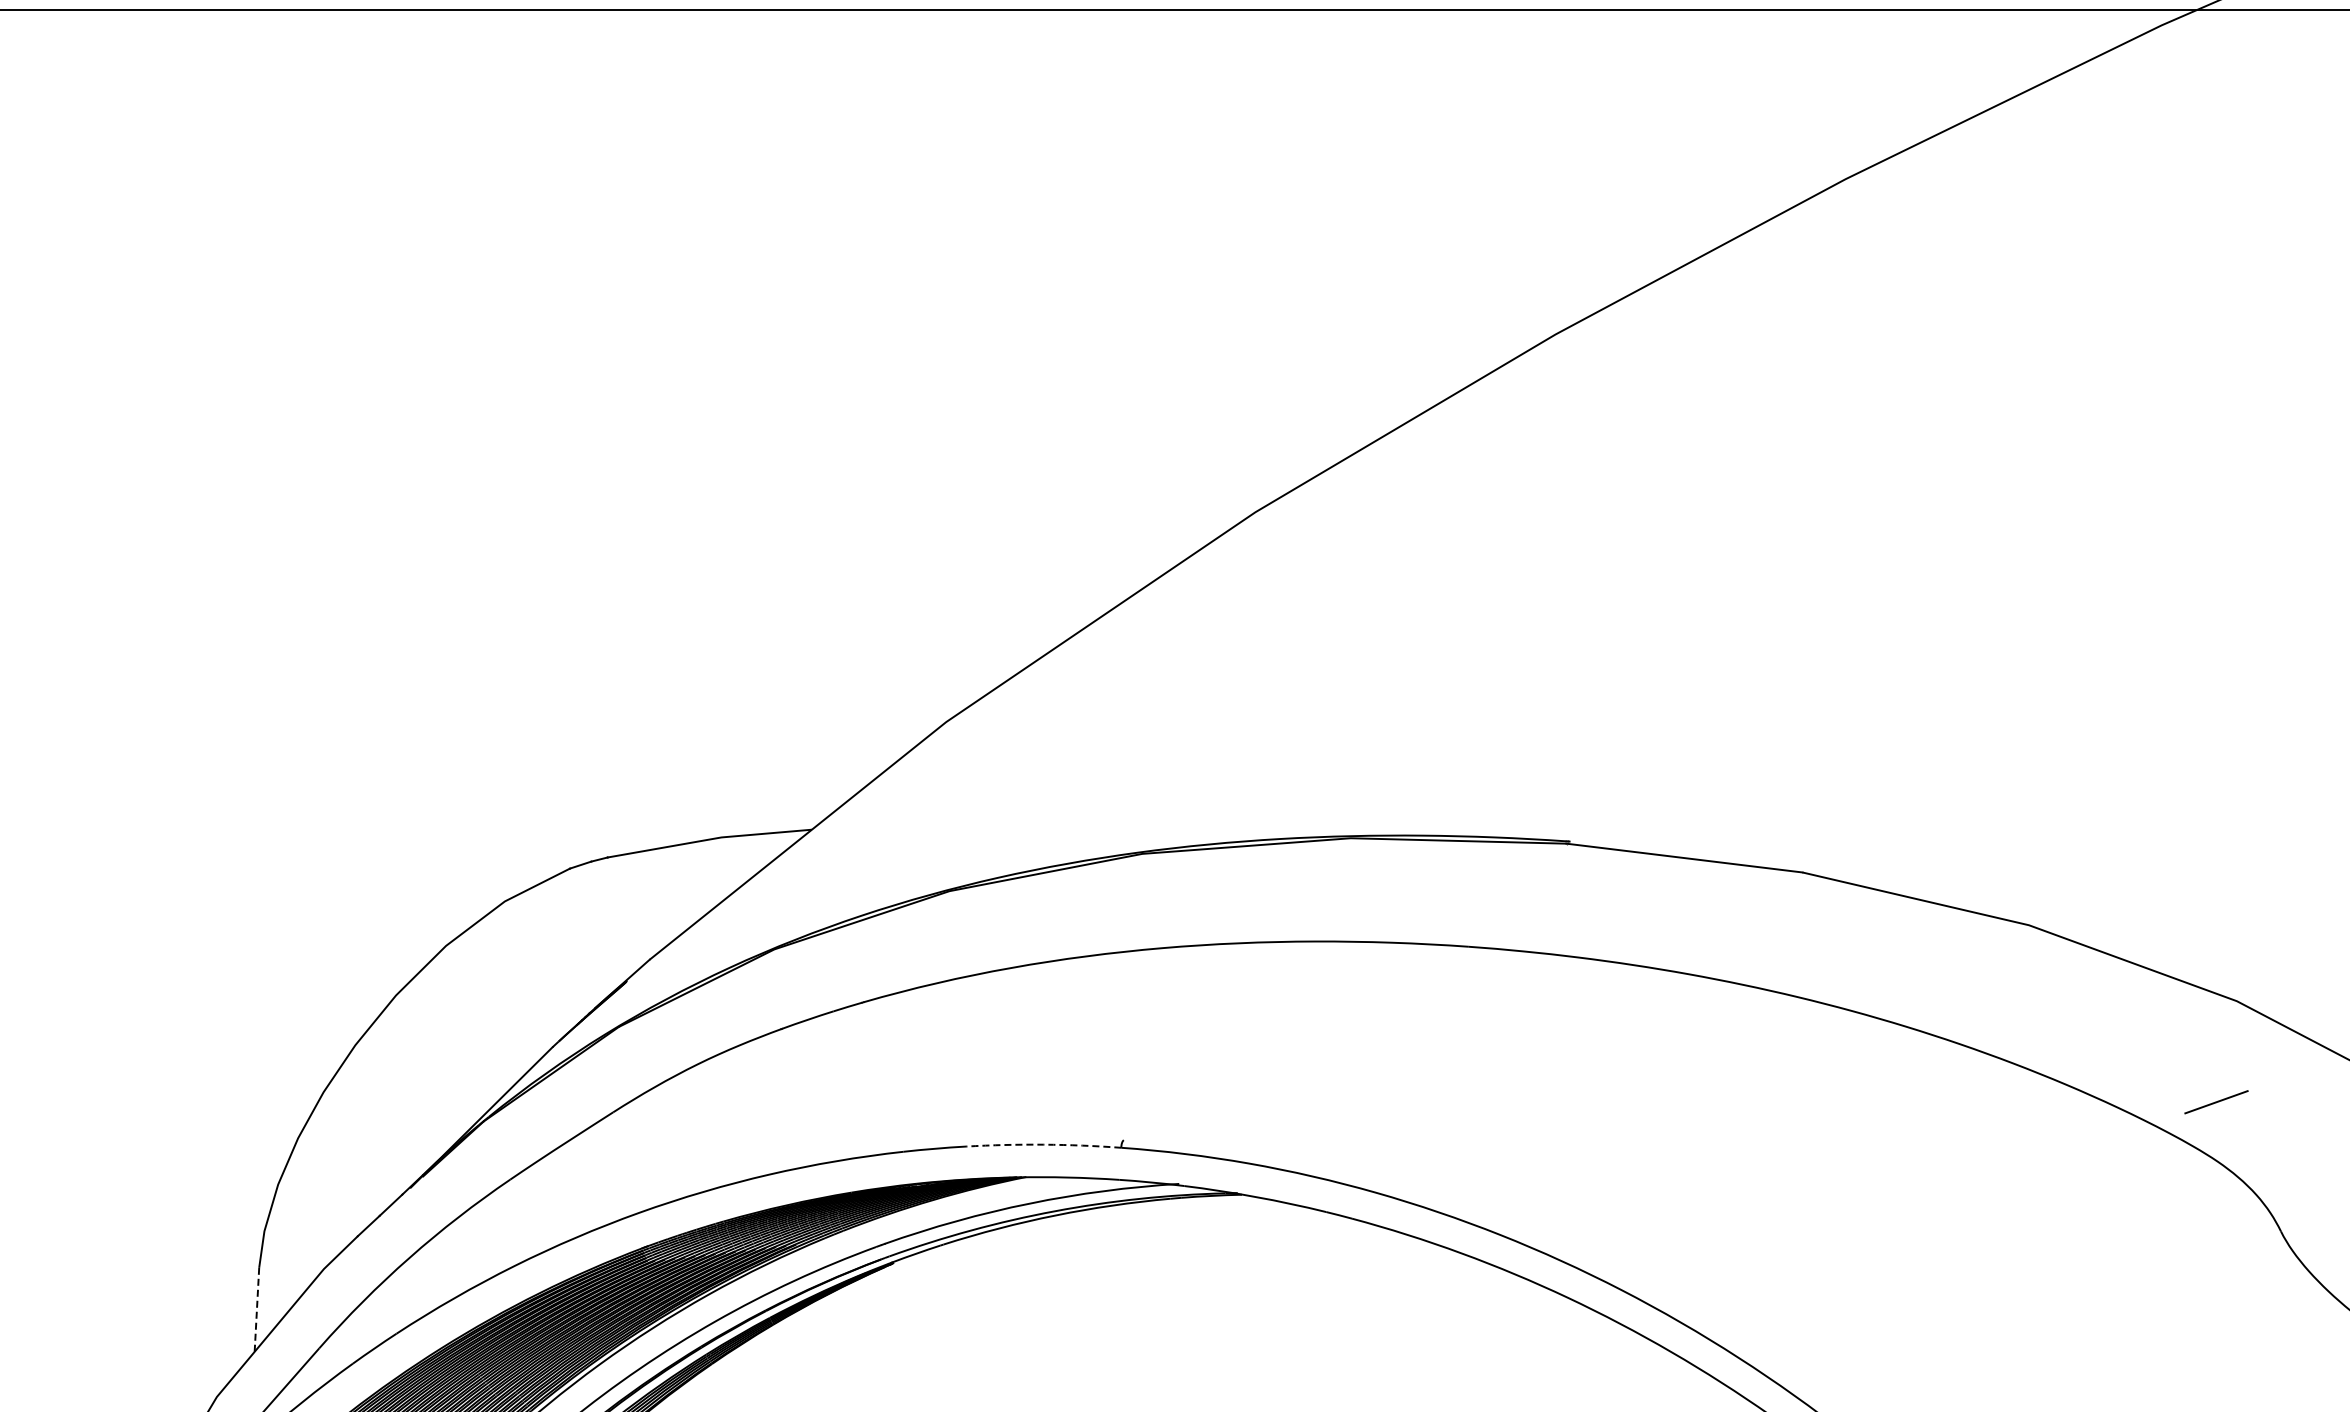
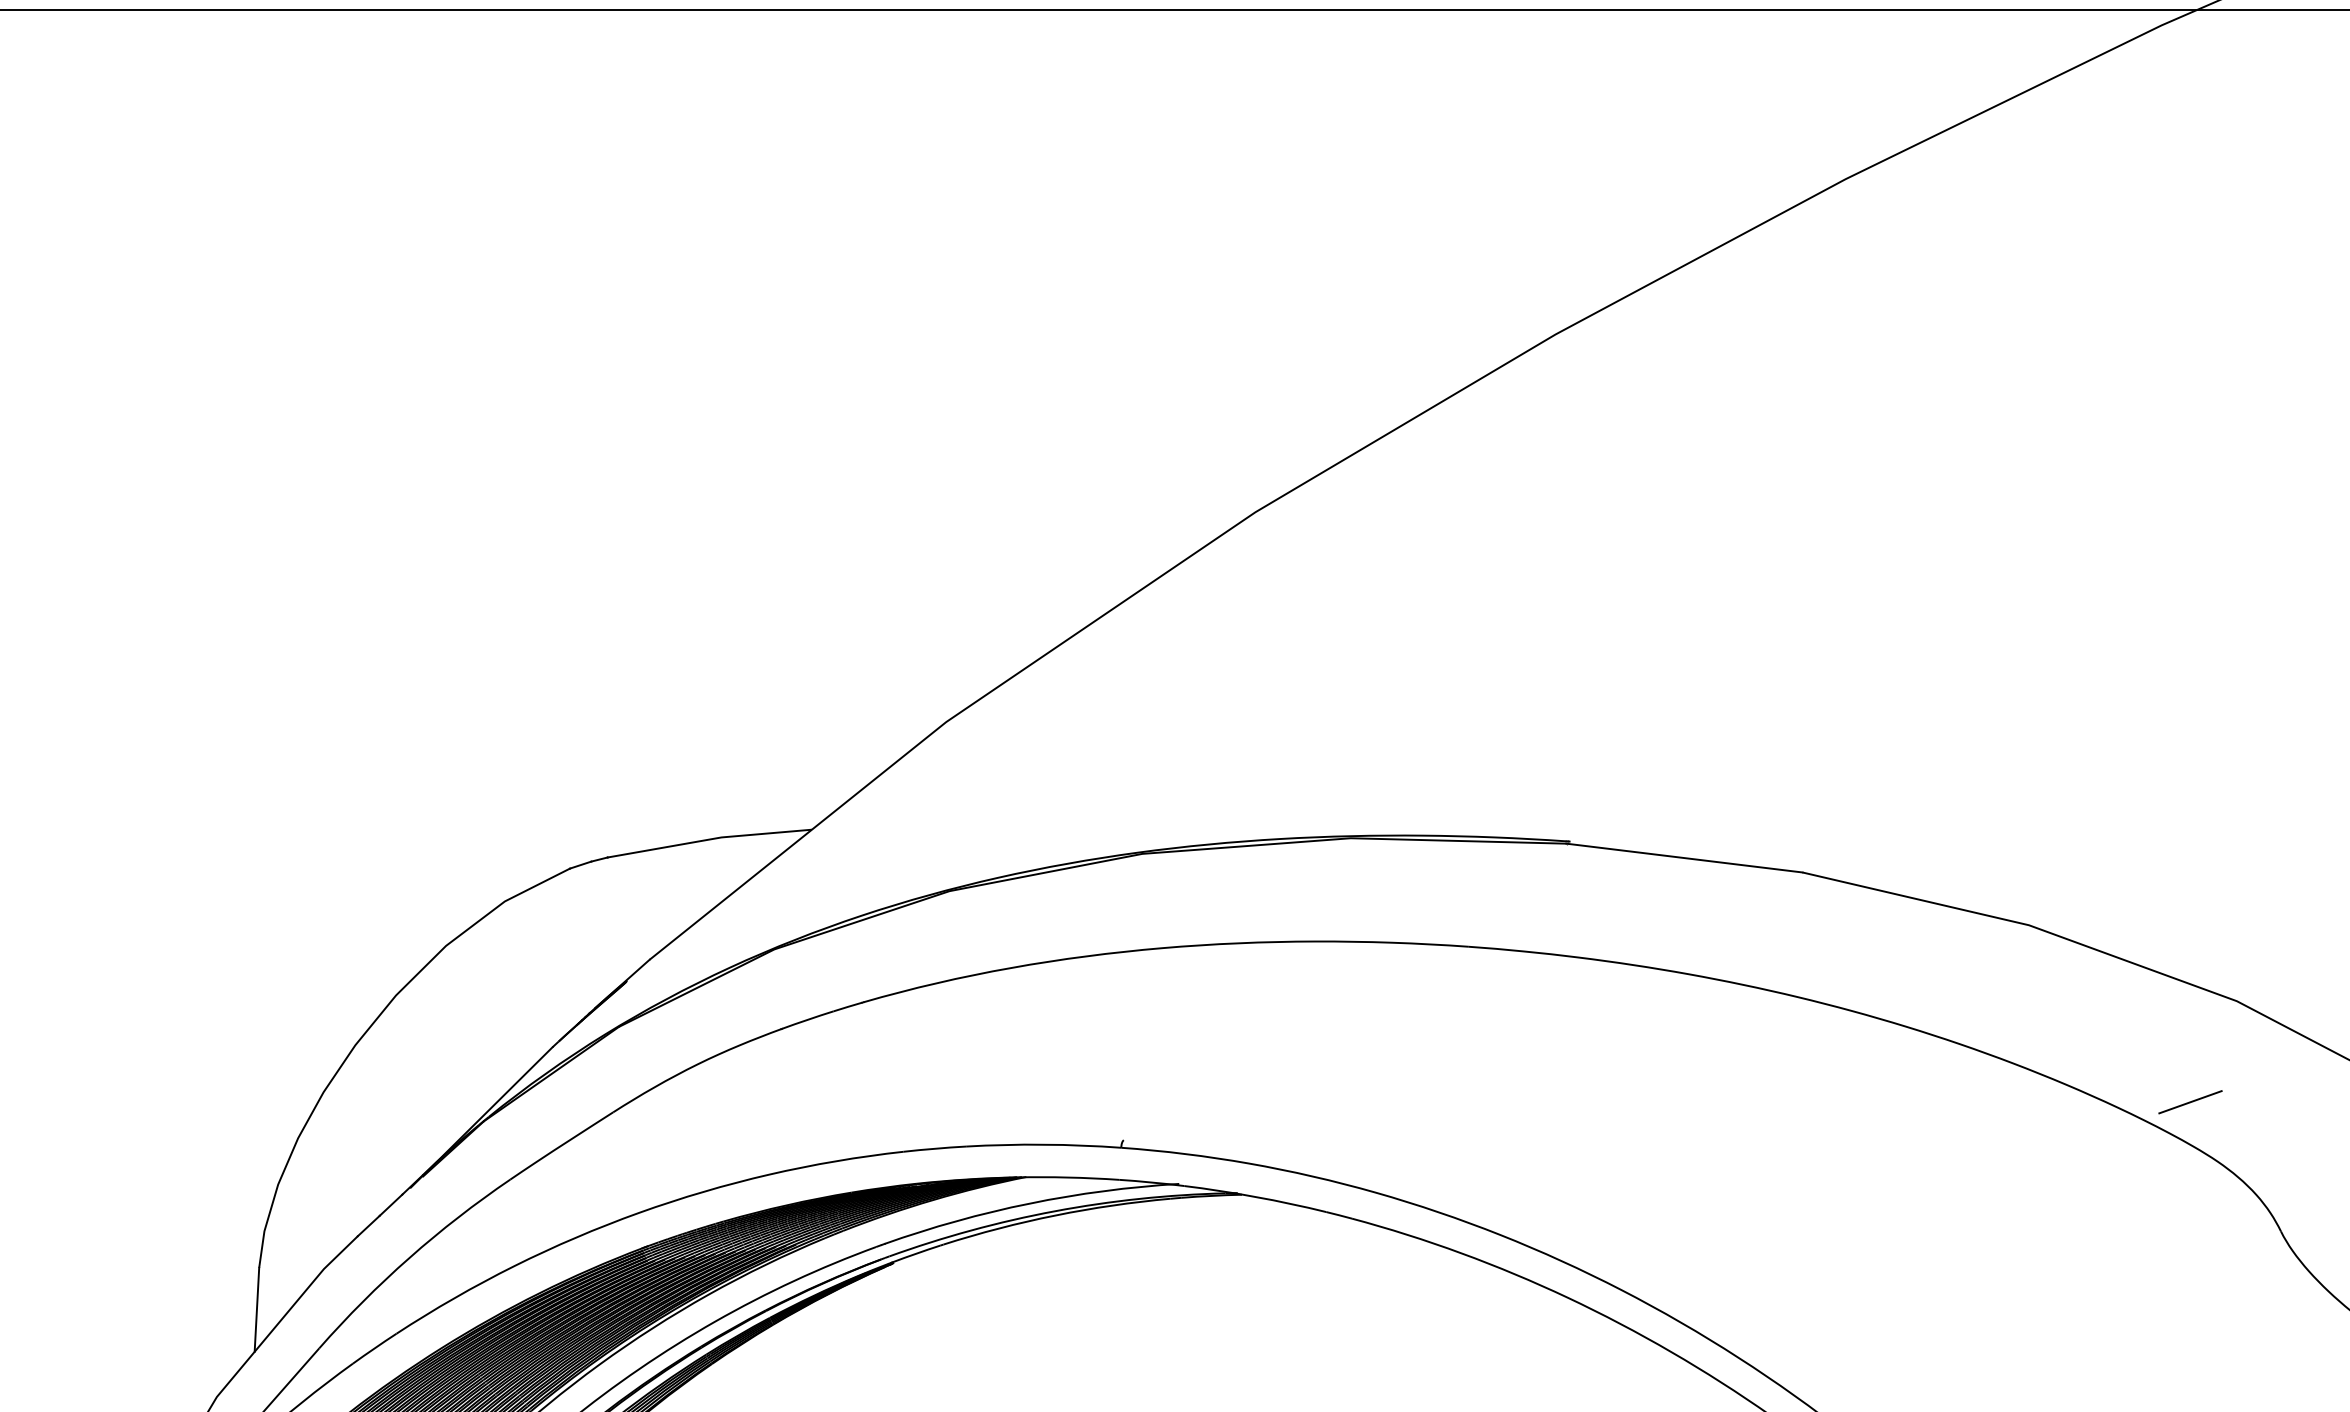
line at (2216, 1102) position: (2216, 1102) -> (2190, 1102)
arc at (1043, 1144): dashed -> solid
line at (256, 1310): dashed -> solid
